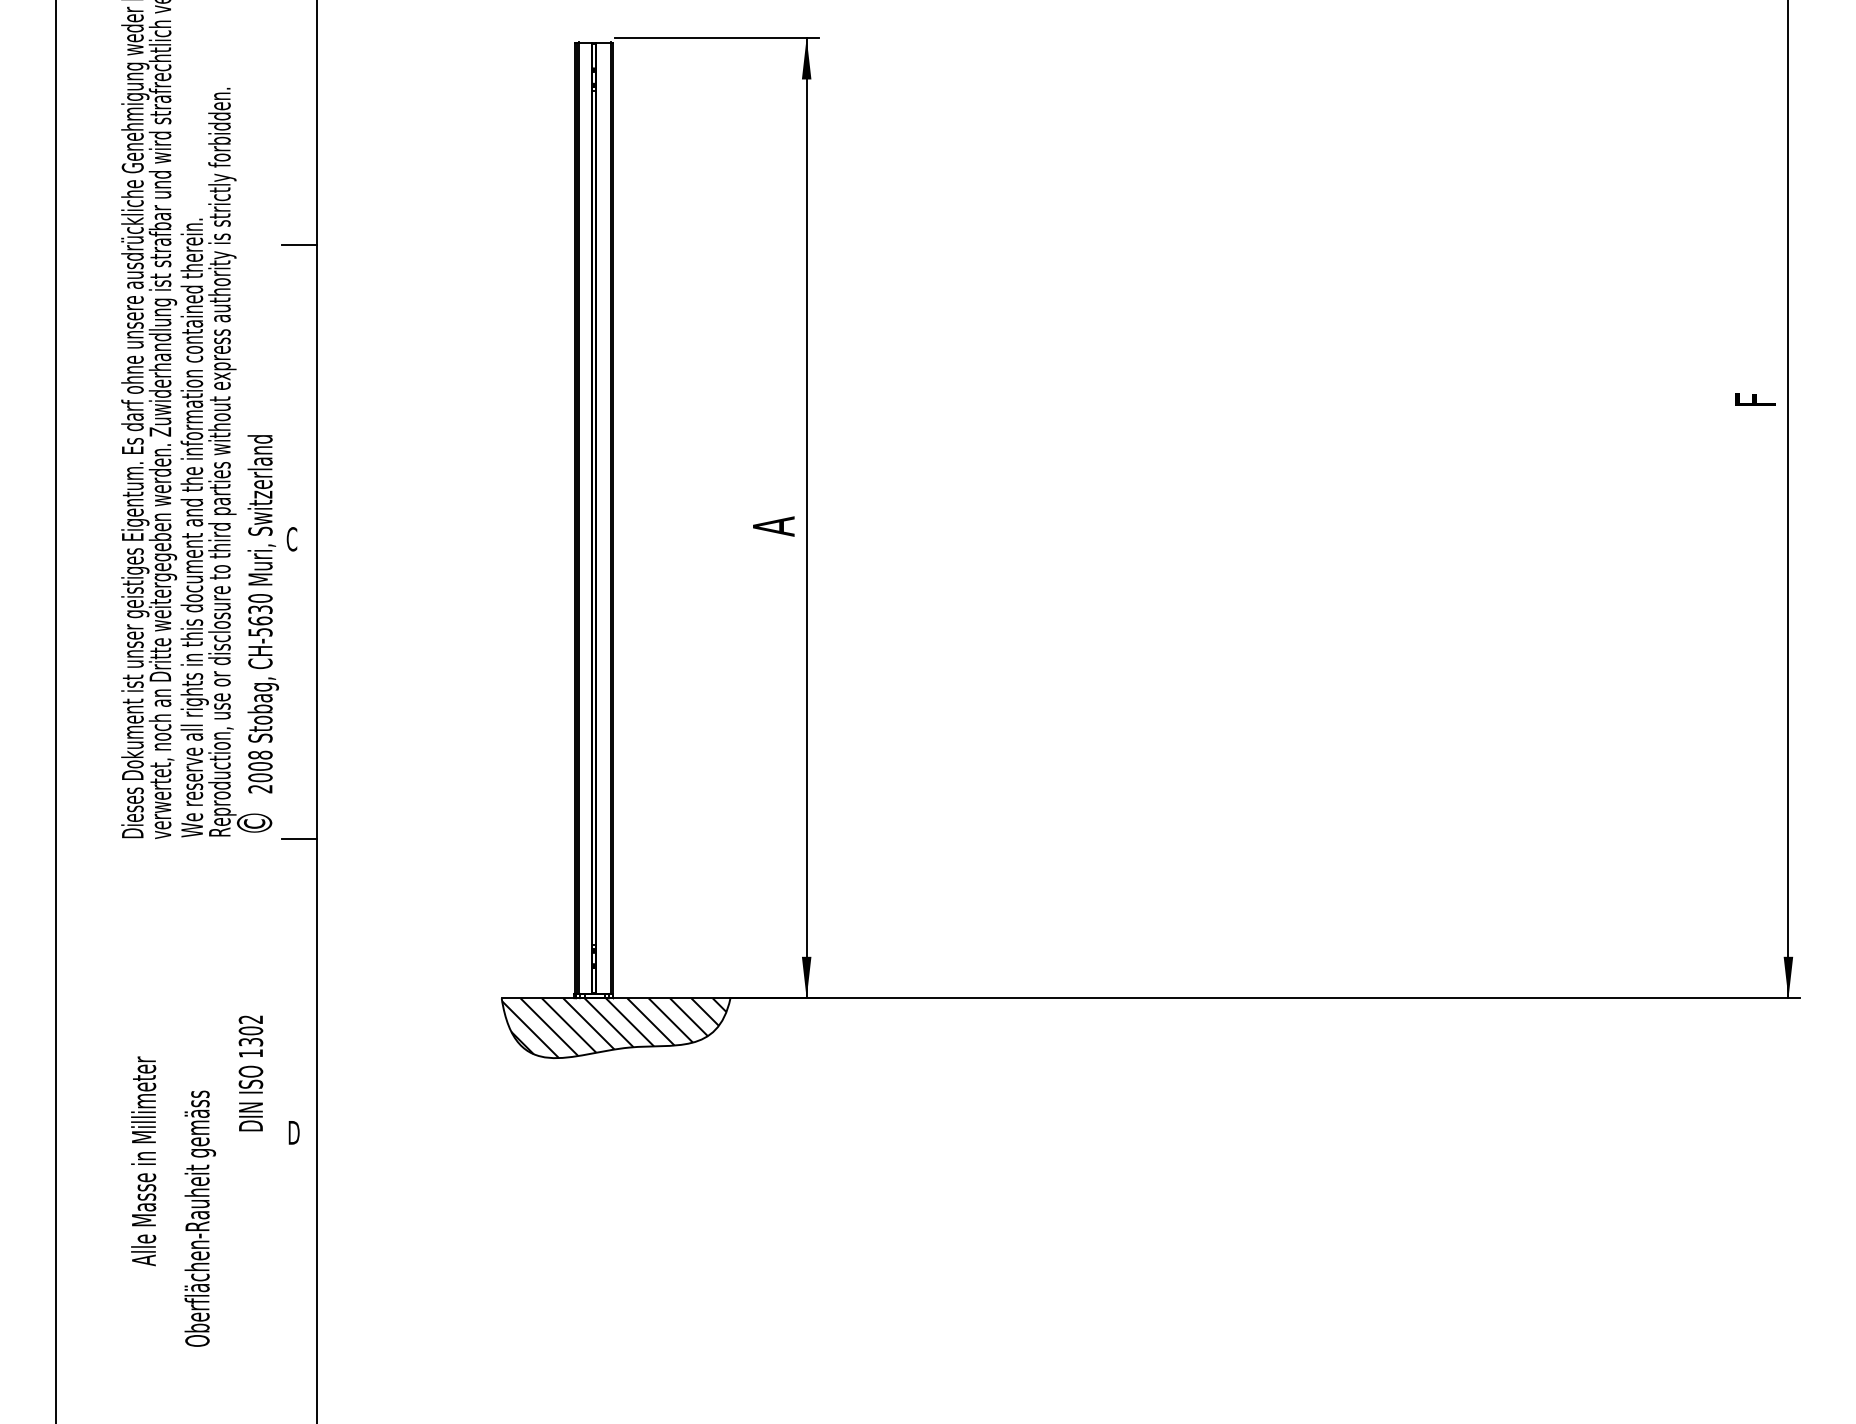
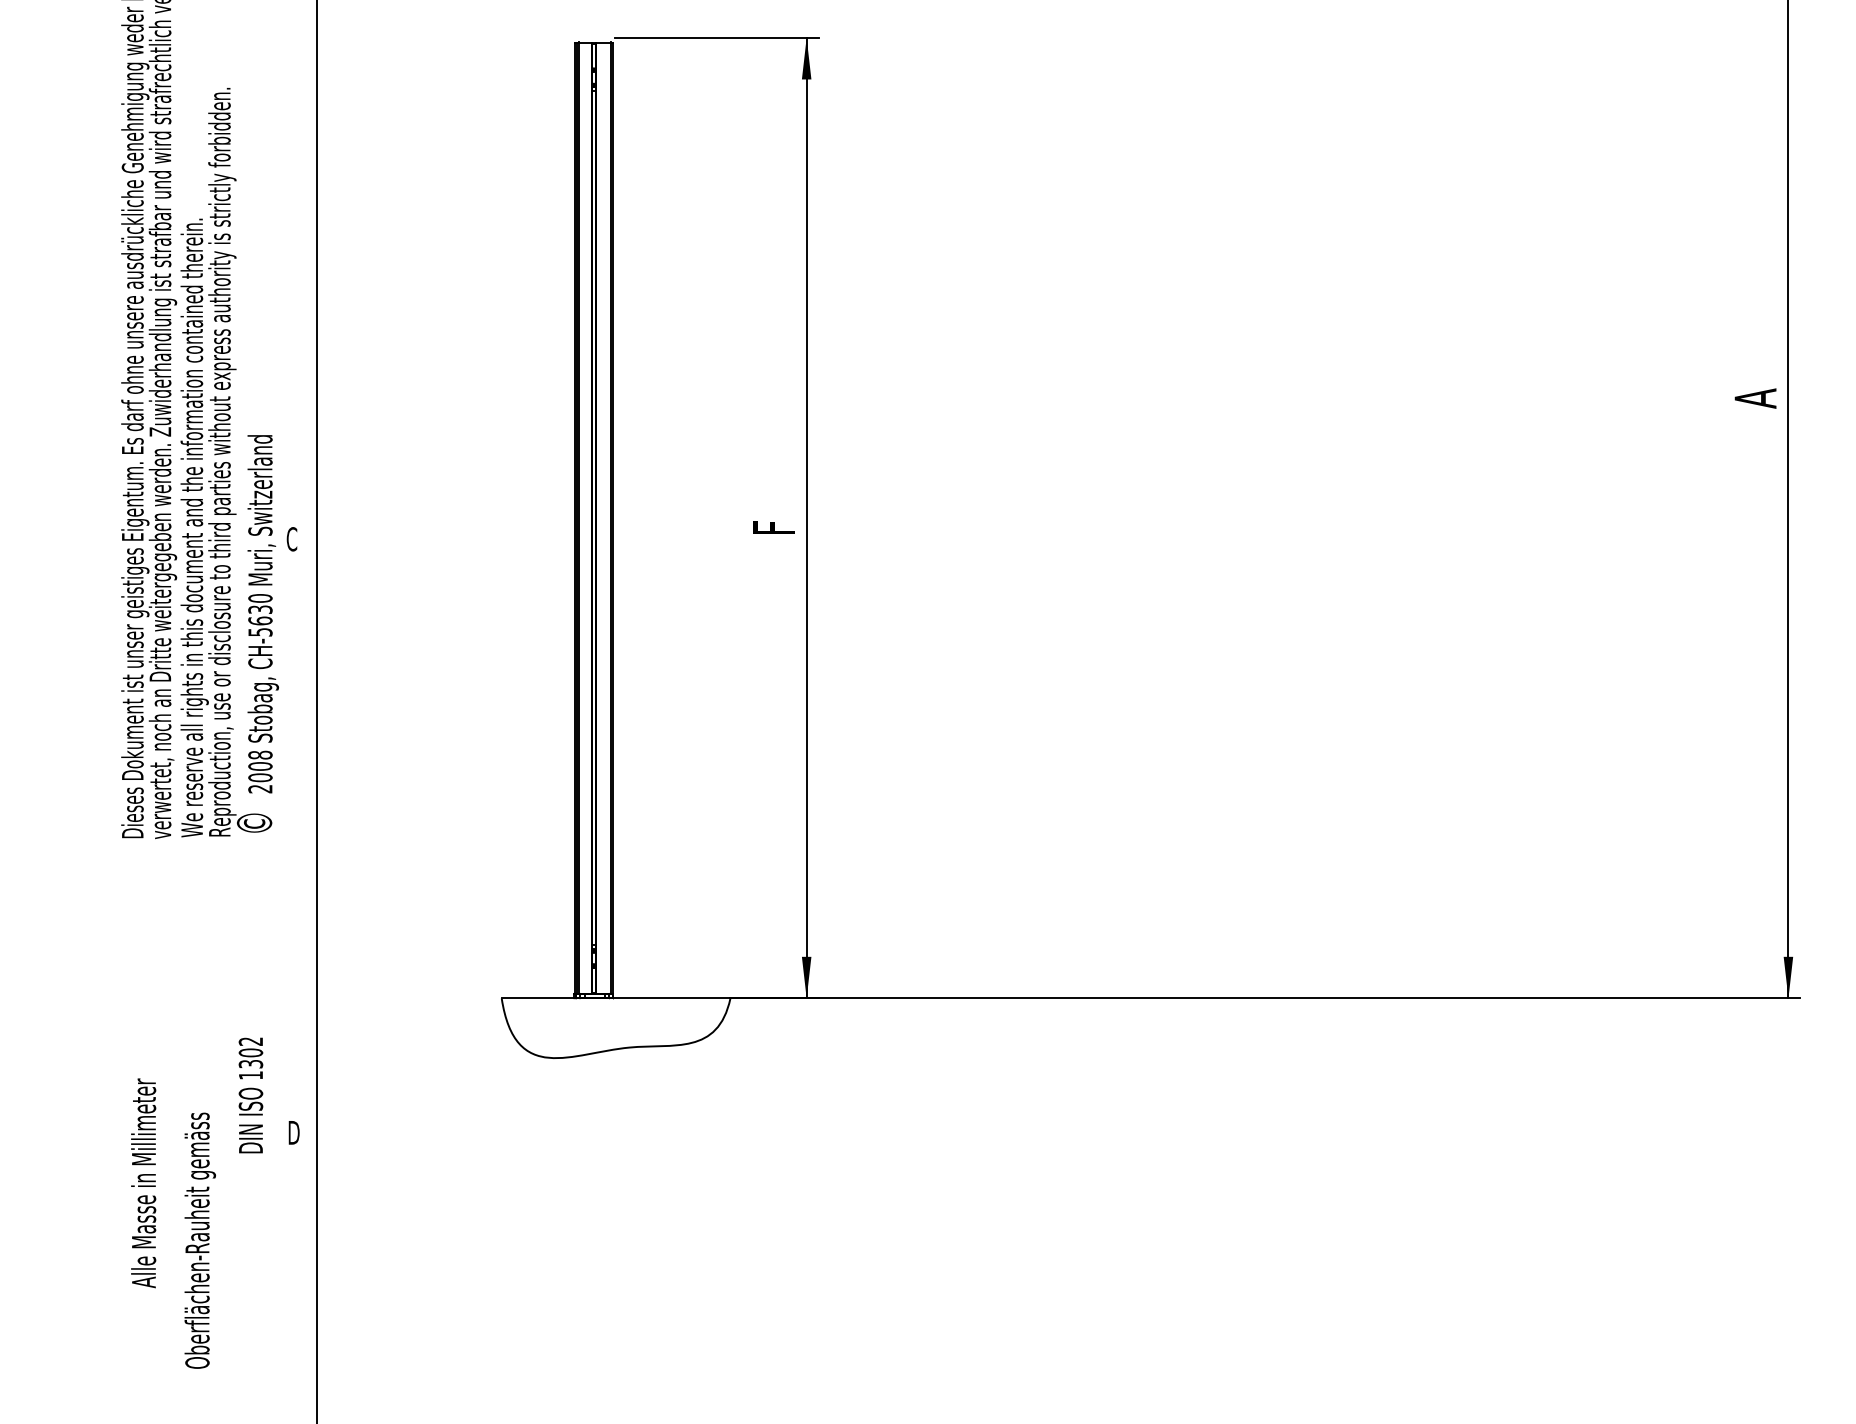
line at (299, 244): present -> none
text at (1755, 398): F -> A
text at (773, 526): A -> F
line at (55, 711): present -> none
line at (299, 839): present -> none
hatch at (614, 1028): present -> none
text at (197, 1180) position: (197, 1180) -> (197, 1202)
